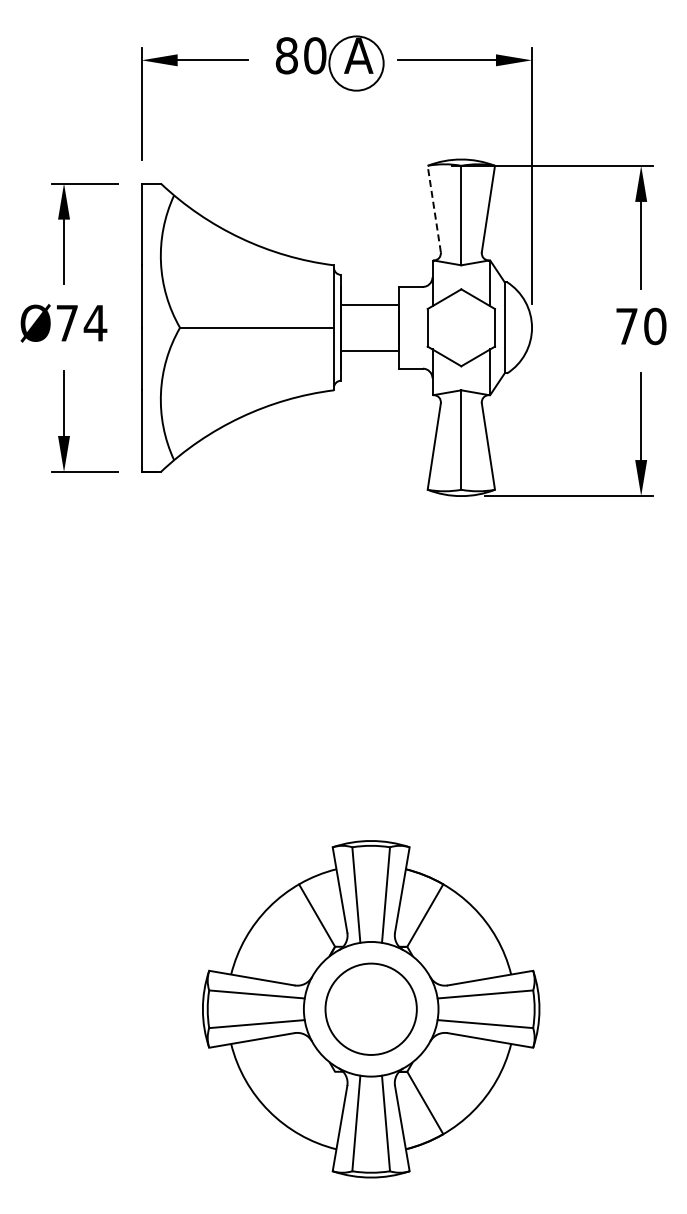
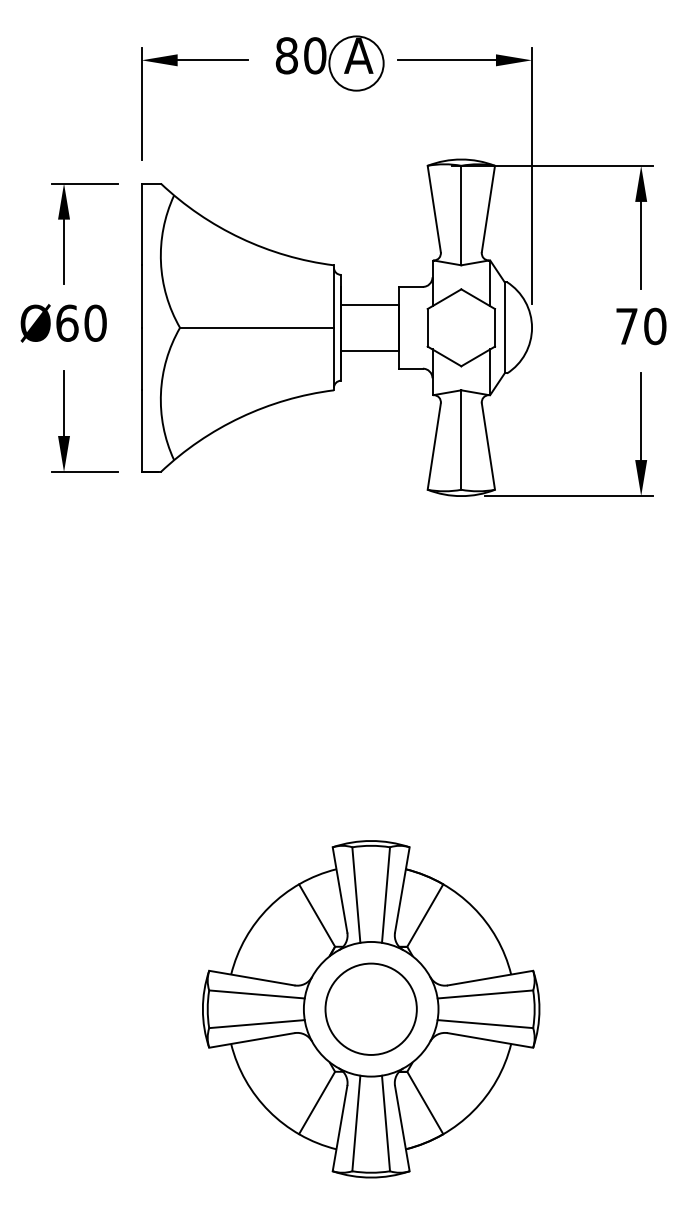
line at (434, 209): dashed -> solid
text at (81, 322): Ø74 -> Ø60
line at (317, 1102): none -> present
